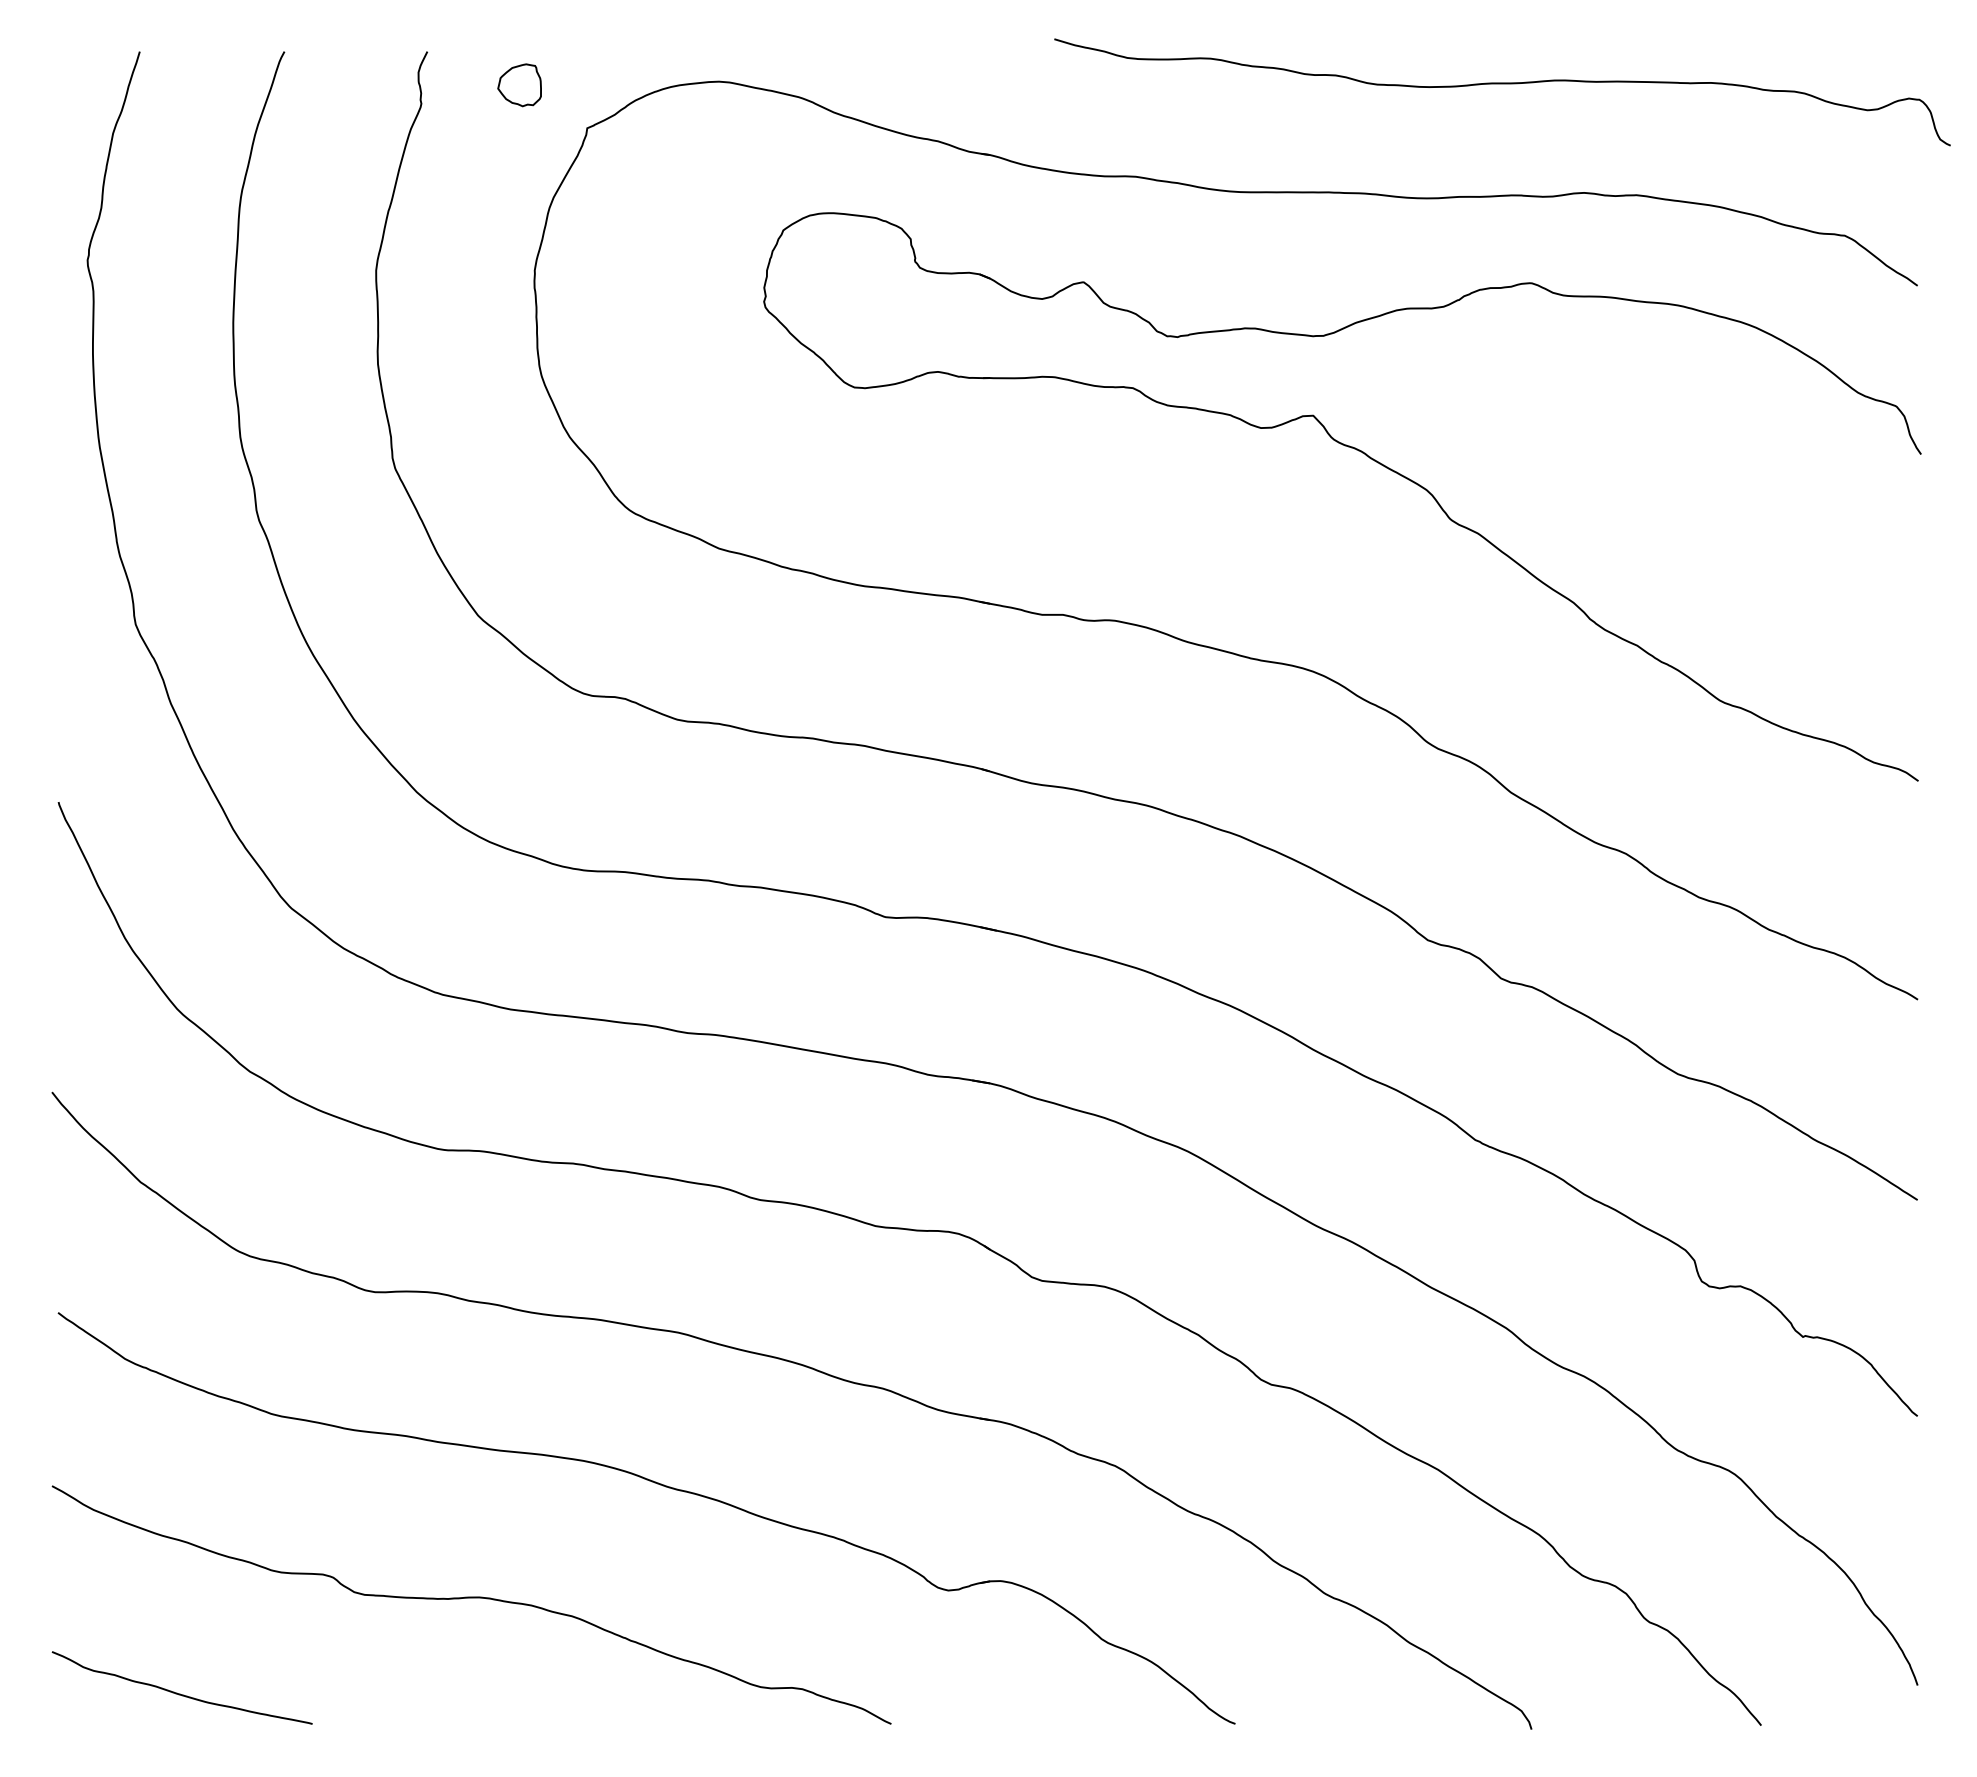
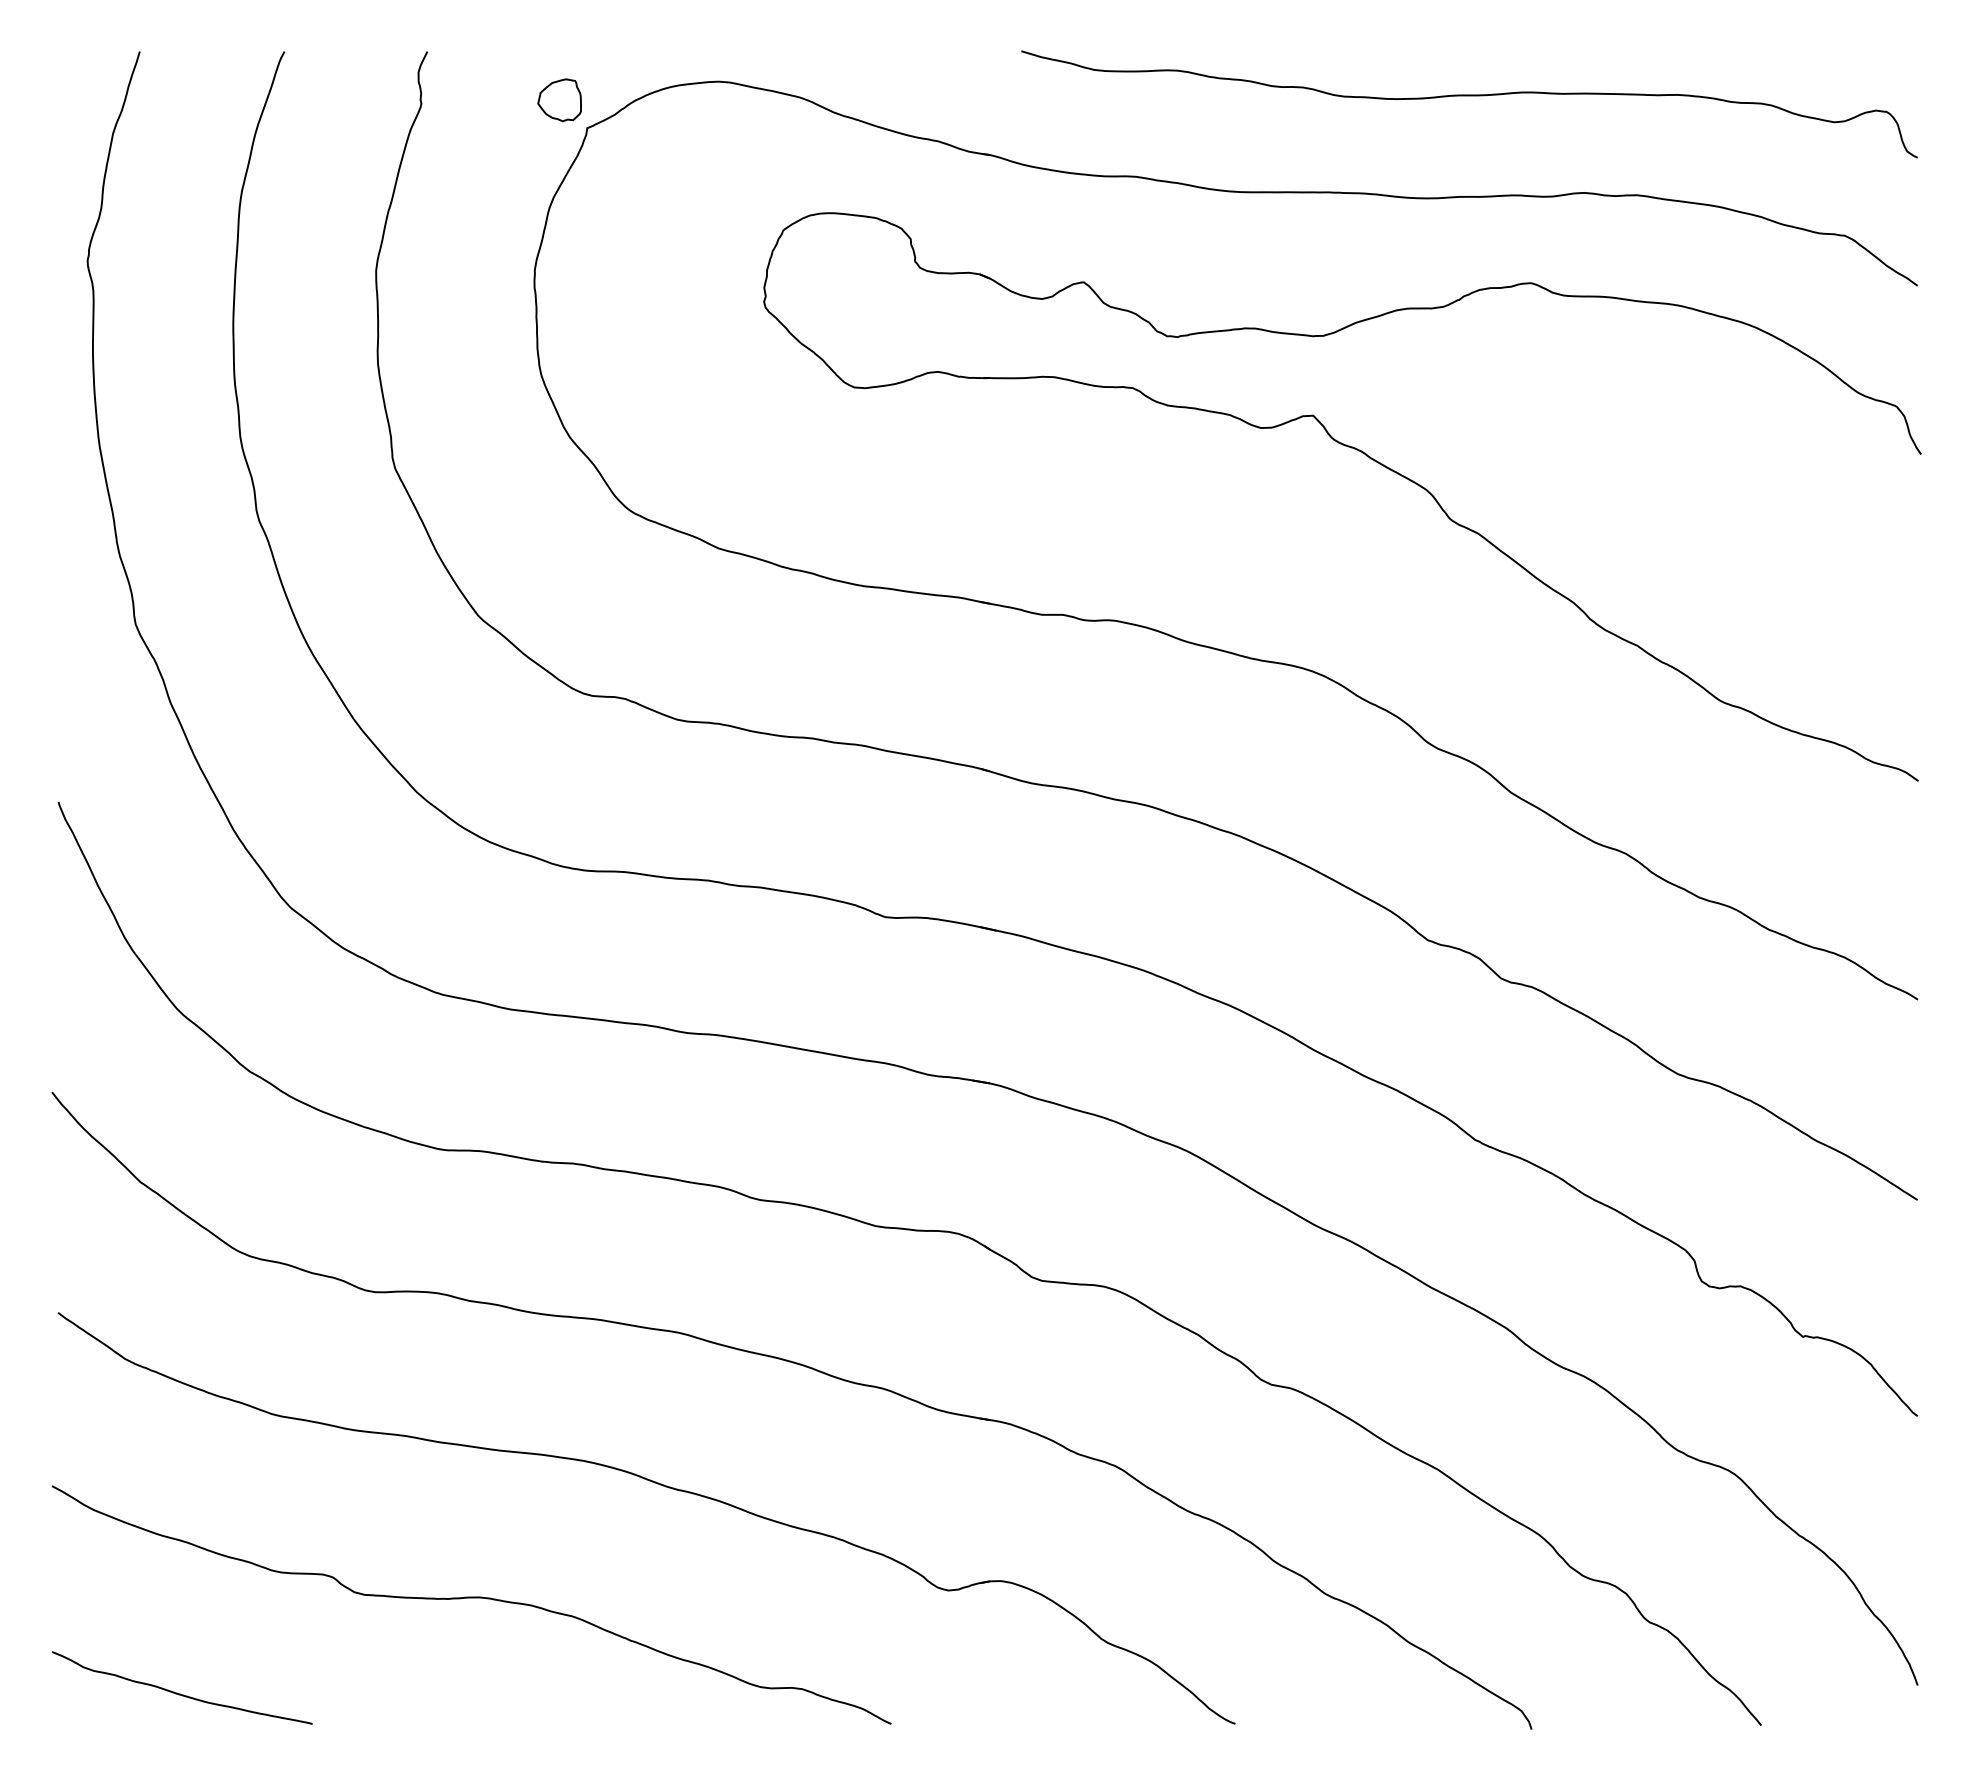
curve at (1502, 84) position: (1502, 84) -> (1469, 96)
part at (519, 85) position: (519, 85) -> (559, 100)
